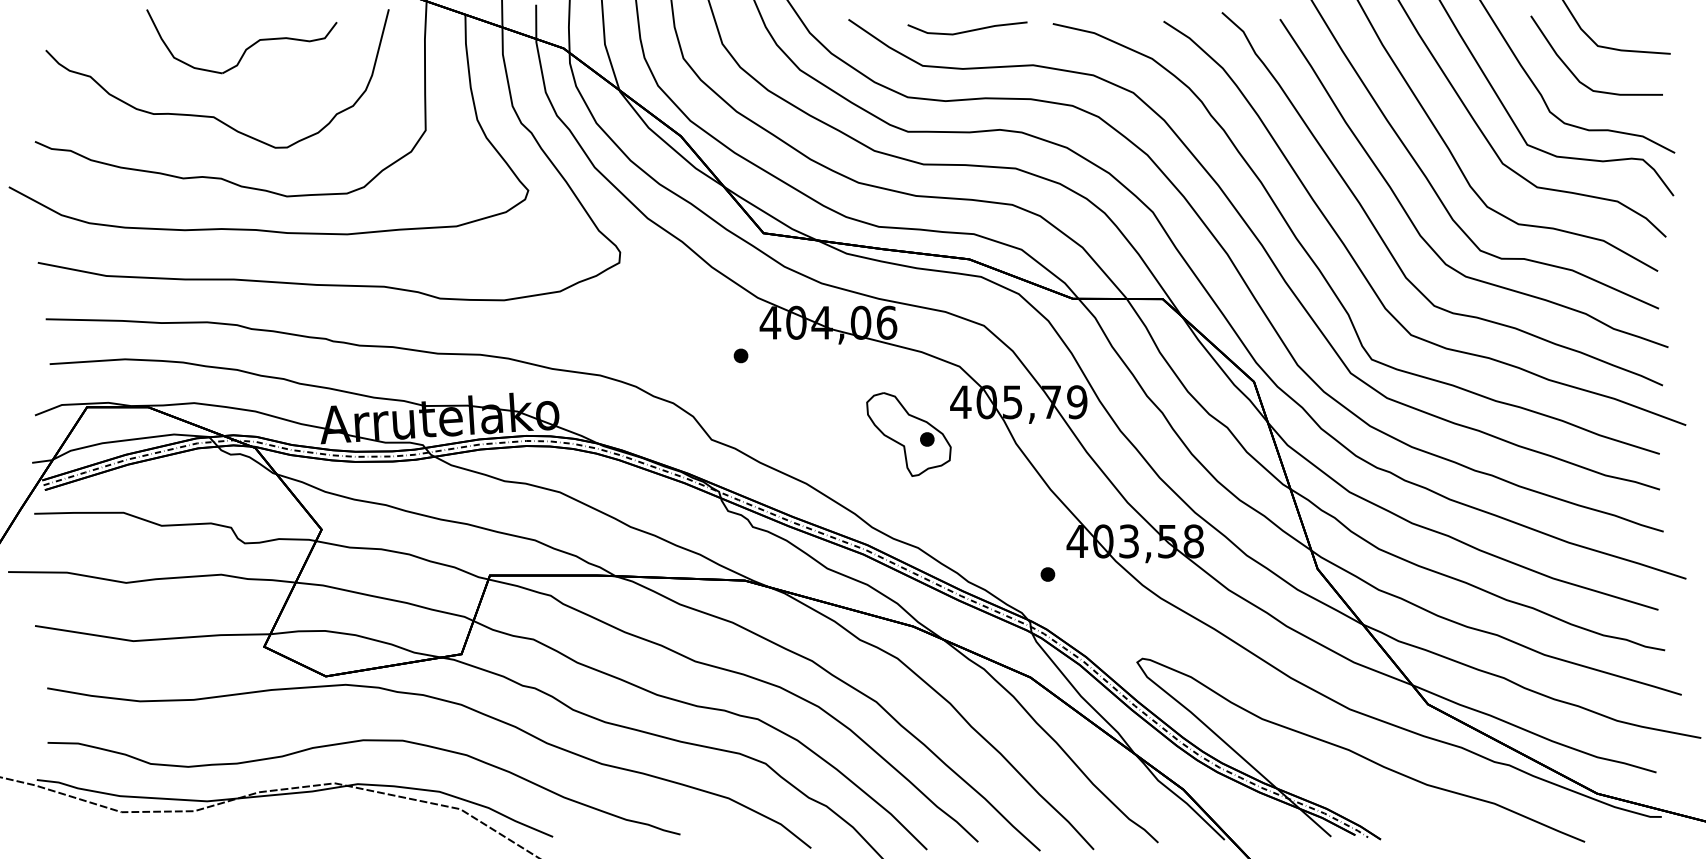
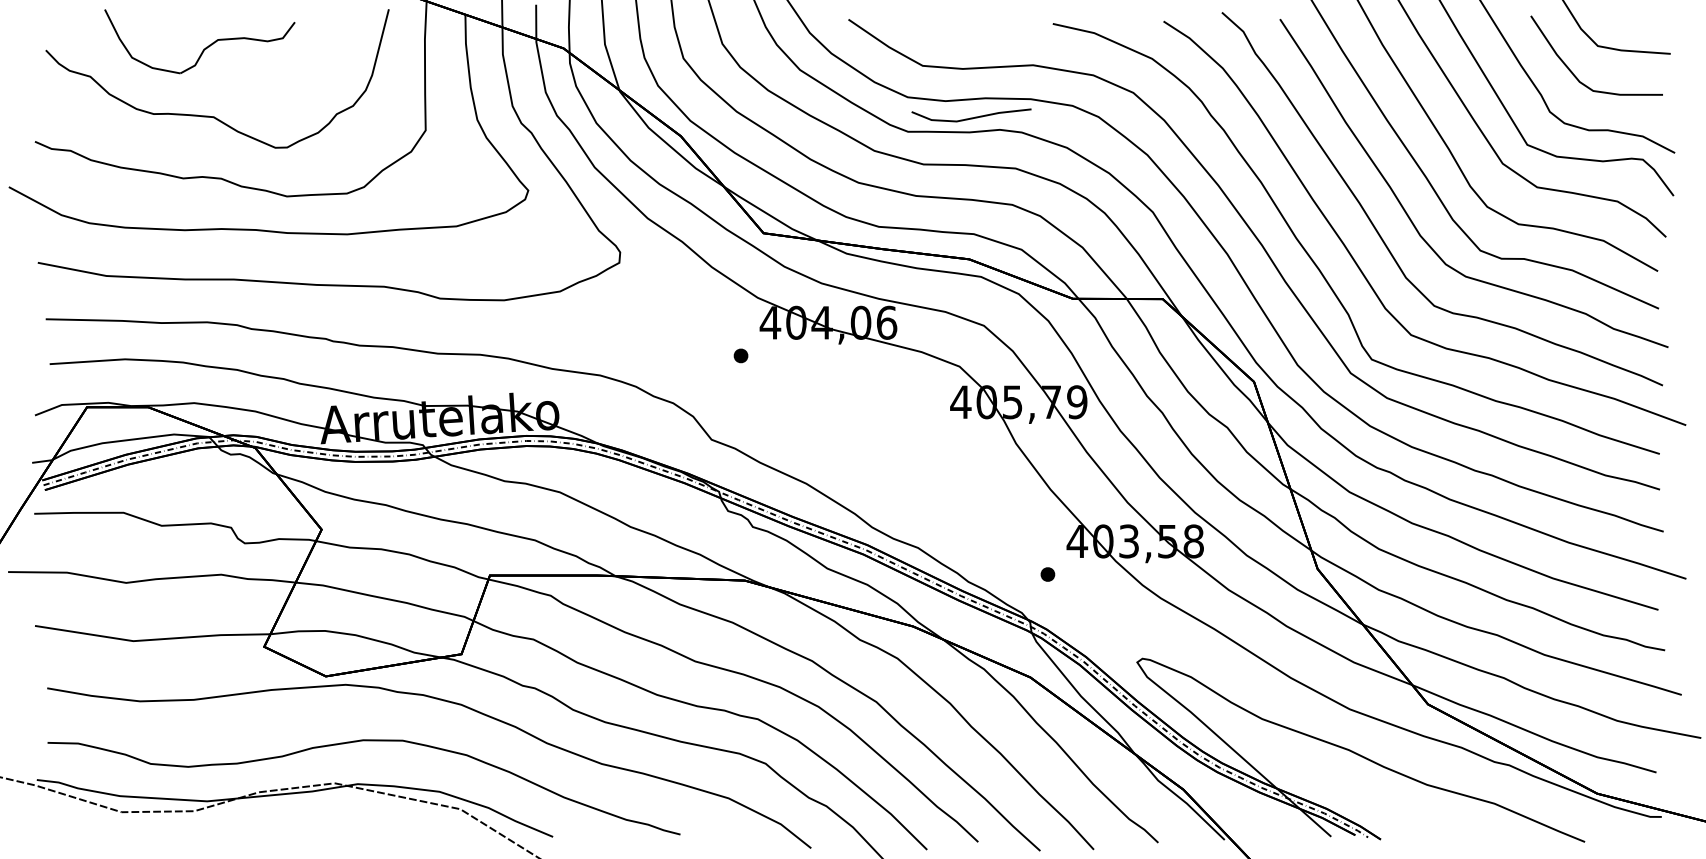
line at (967, 30) position: (967, 30) -> (971, 117)
part at (247, 47) position: (247, 47) -> (205, 47)
part at (908, 434): present -> none
